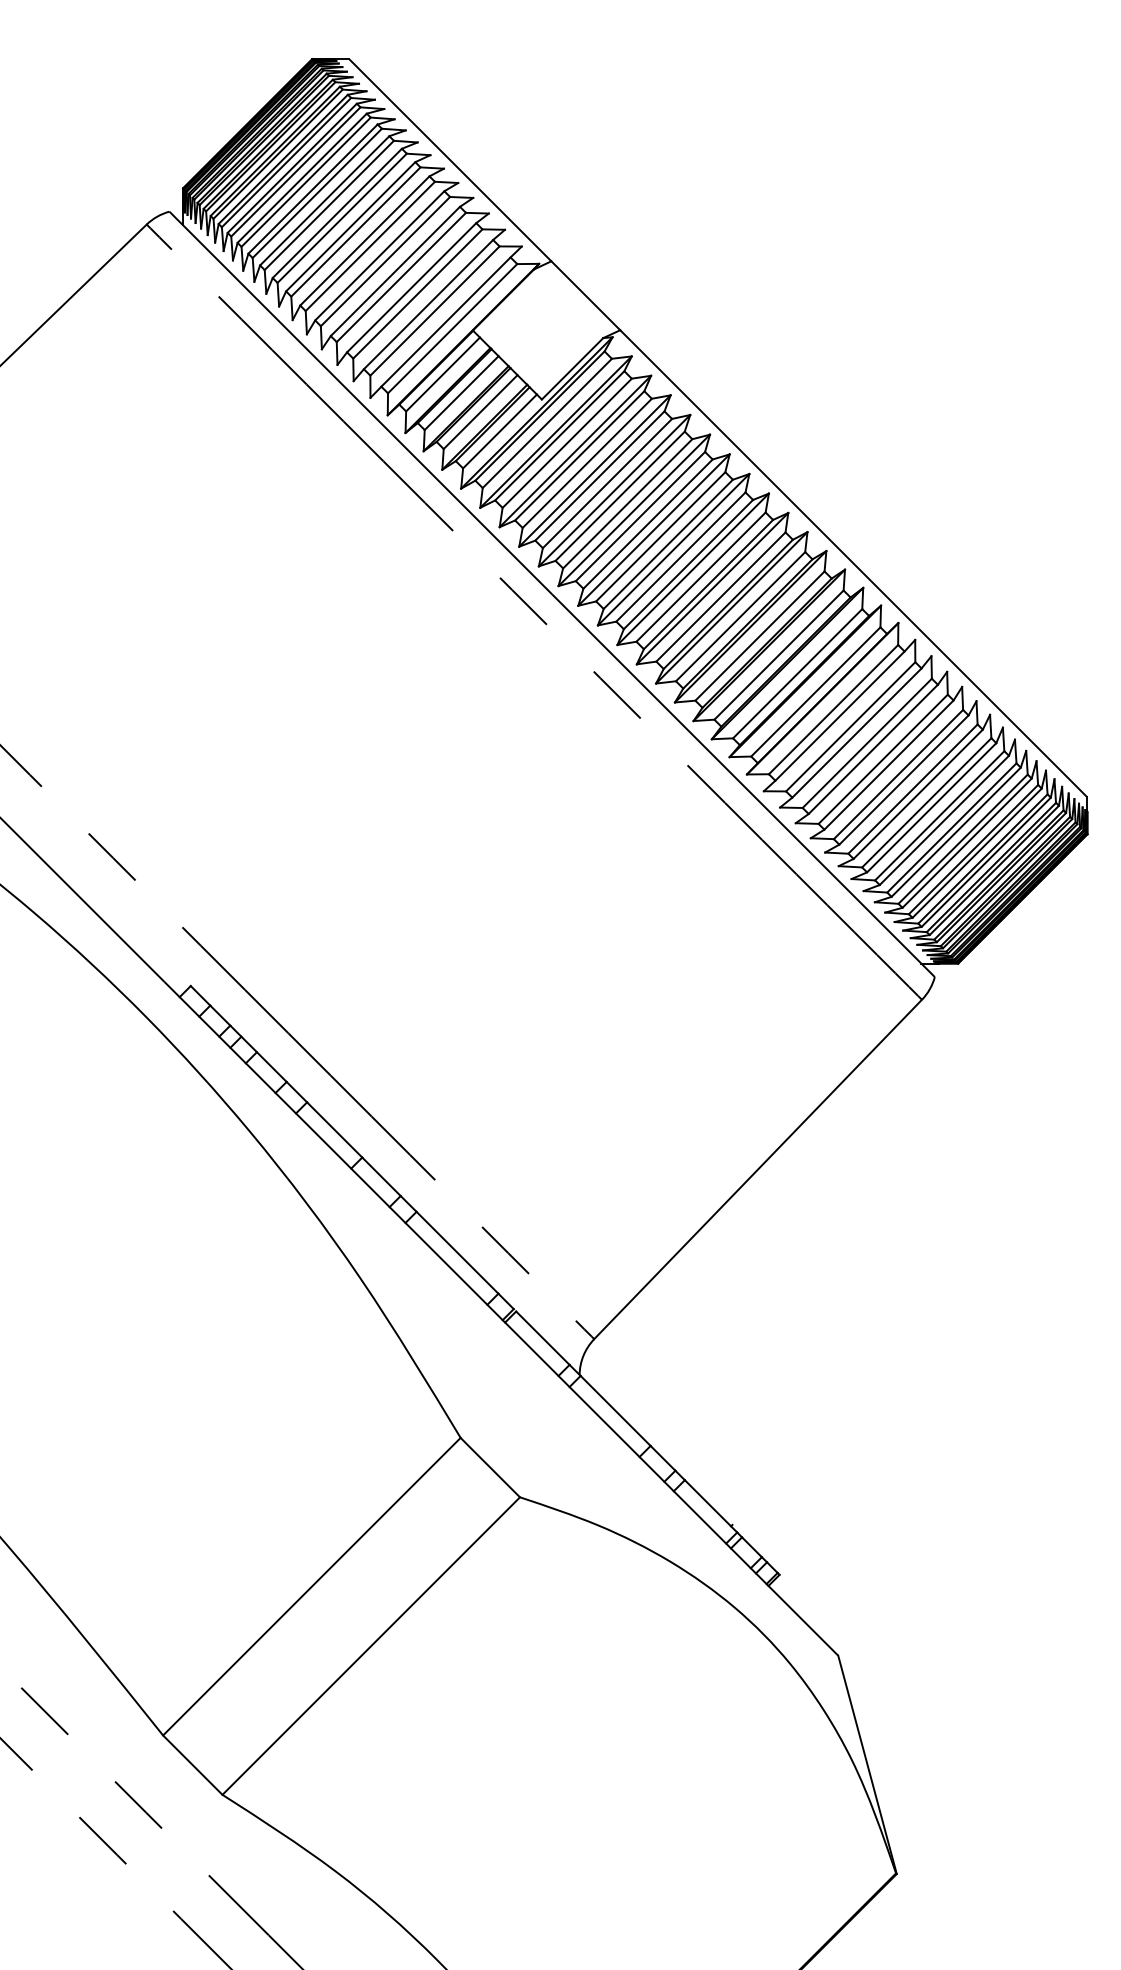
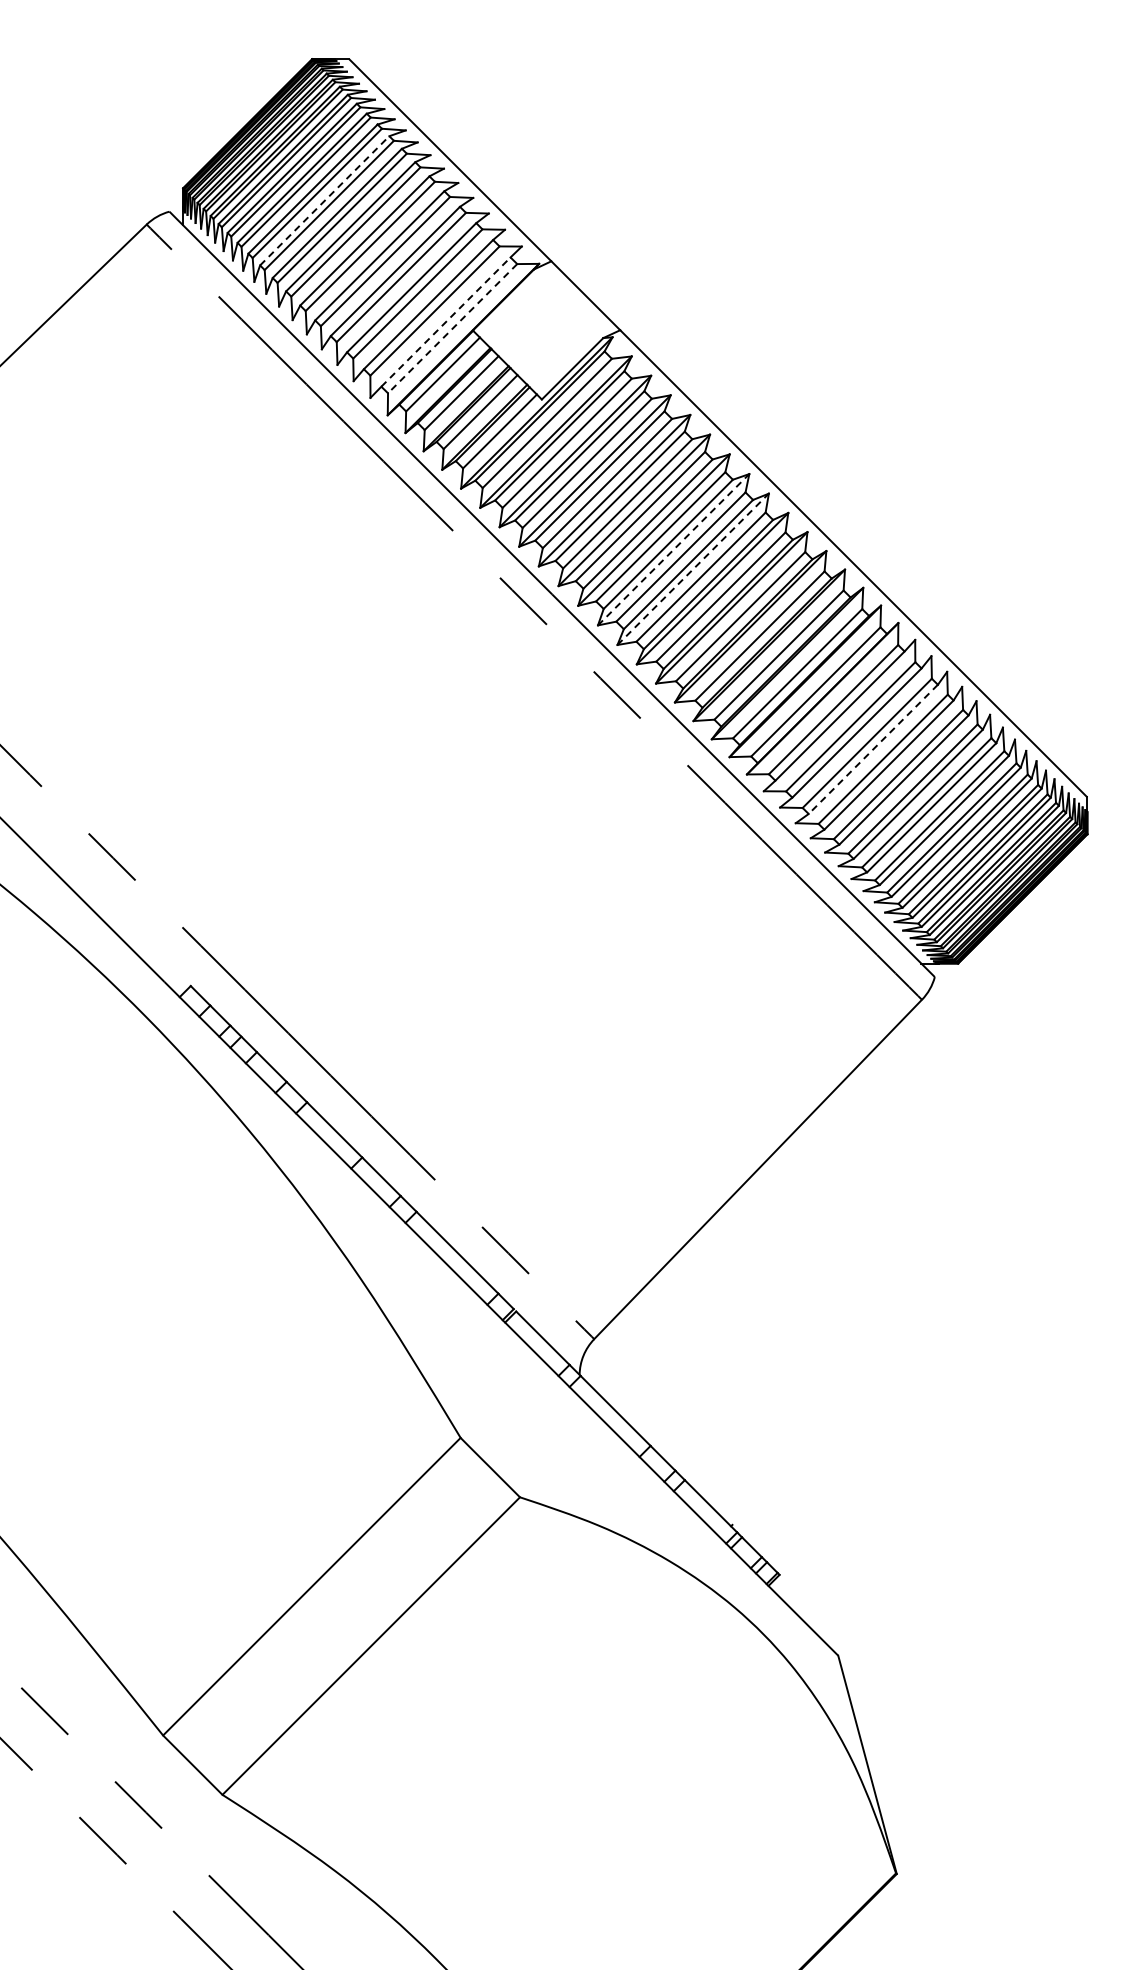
line at (325, 200): solid -> dashed
line at (446, 321): solid -> dashed
line at (452, 329): solid -> dashed
line at (674, 549): solid -> dashed
line at (693, 568): solid -> dashed
line at (872, 749): solid -> dashed
